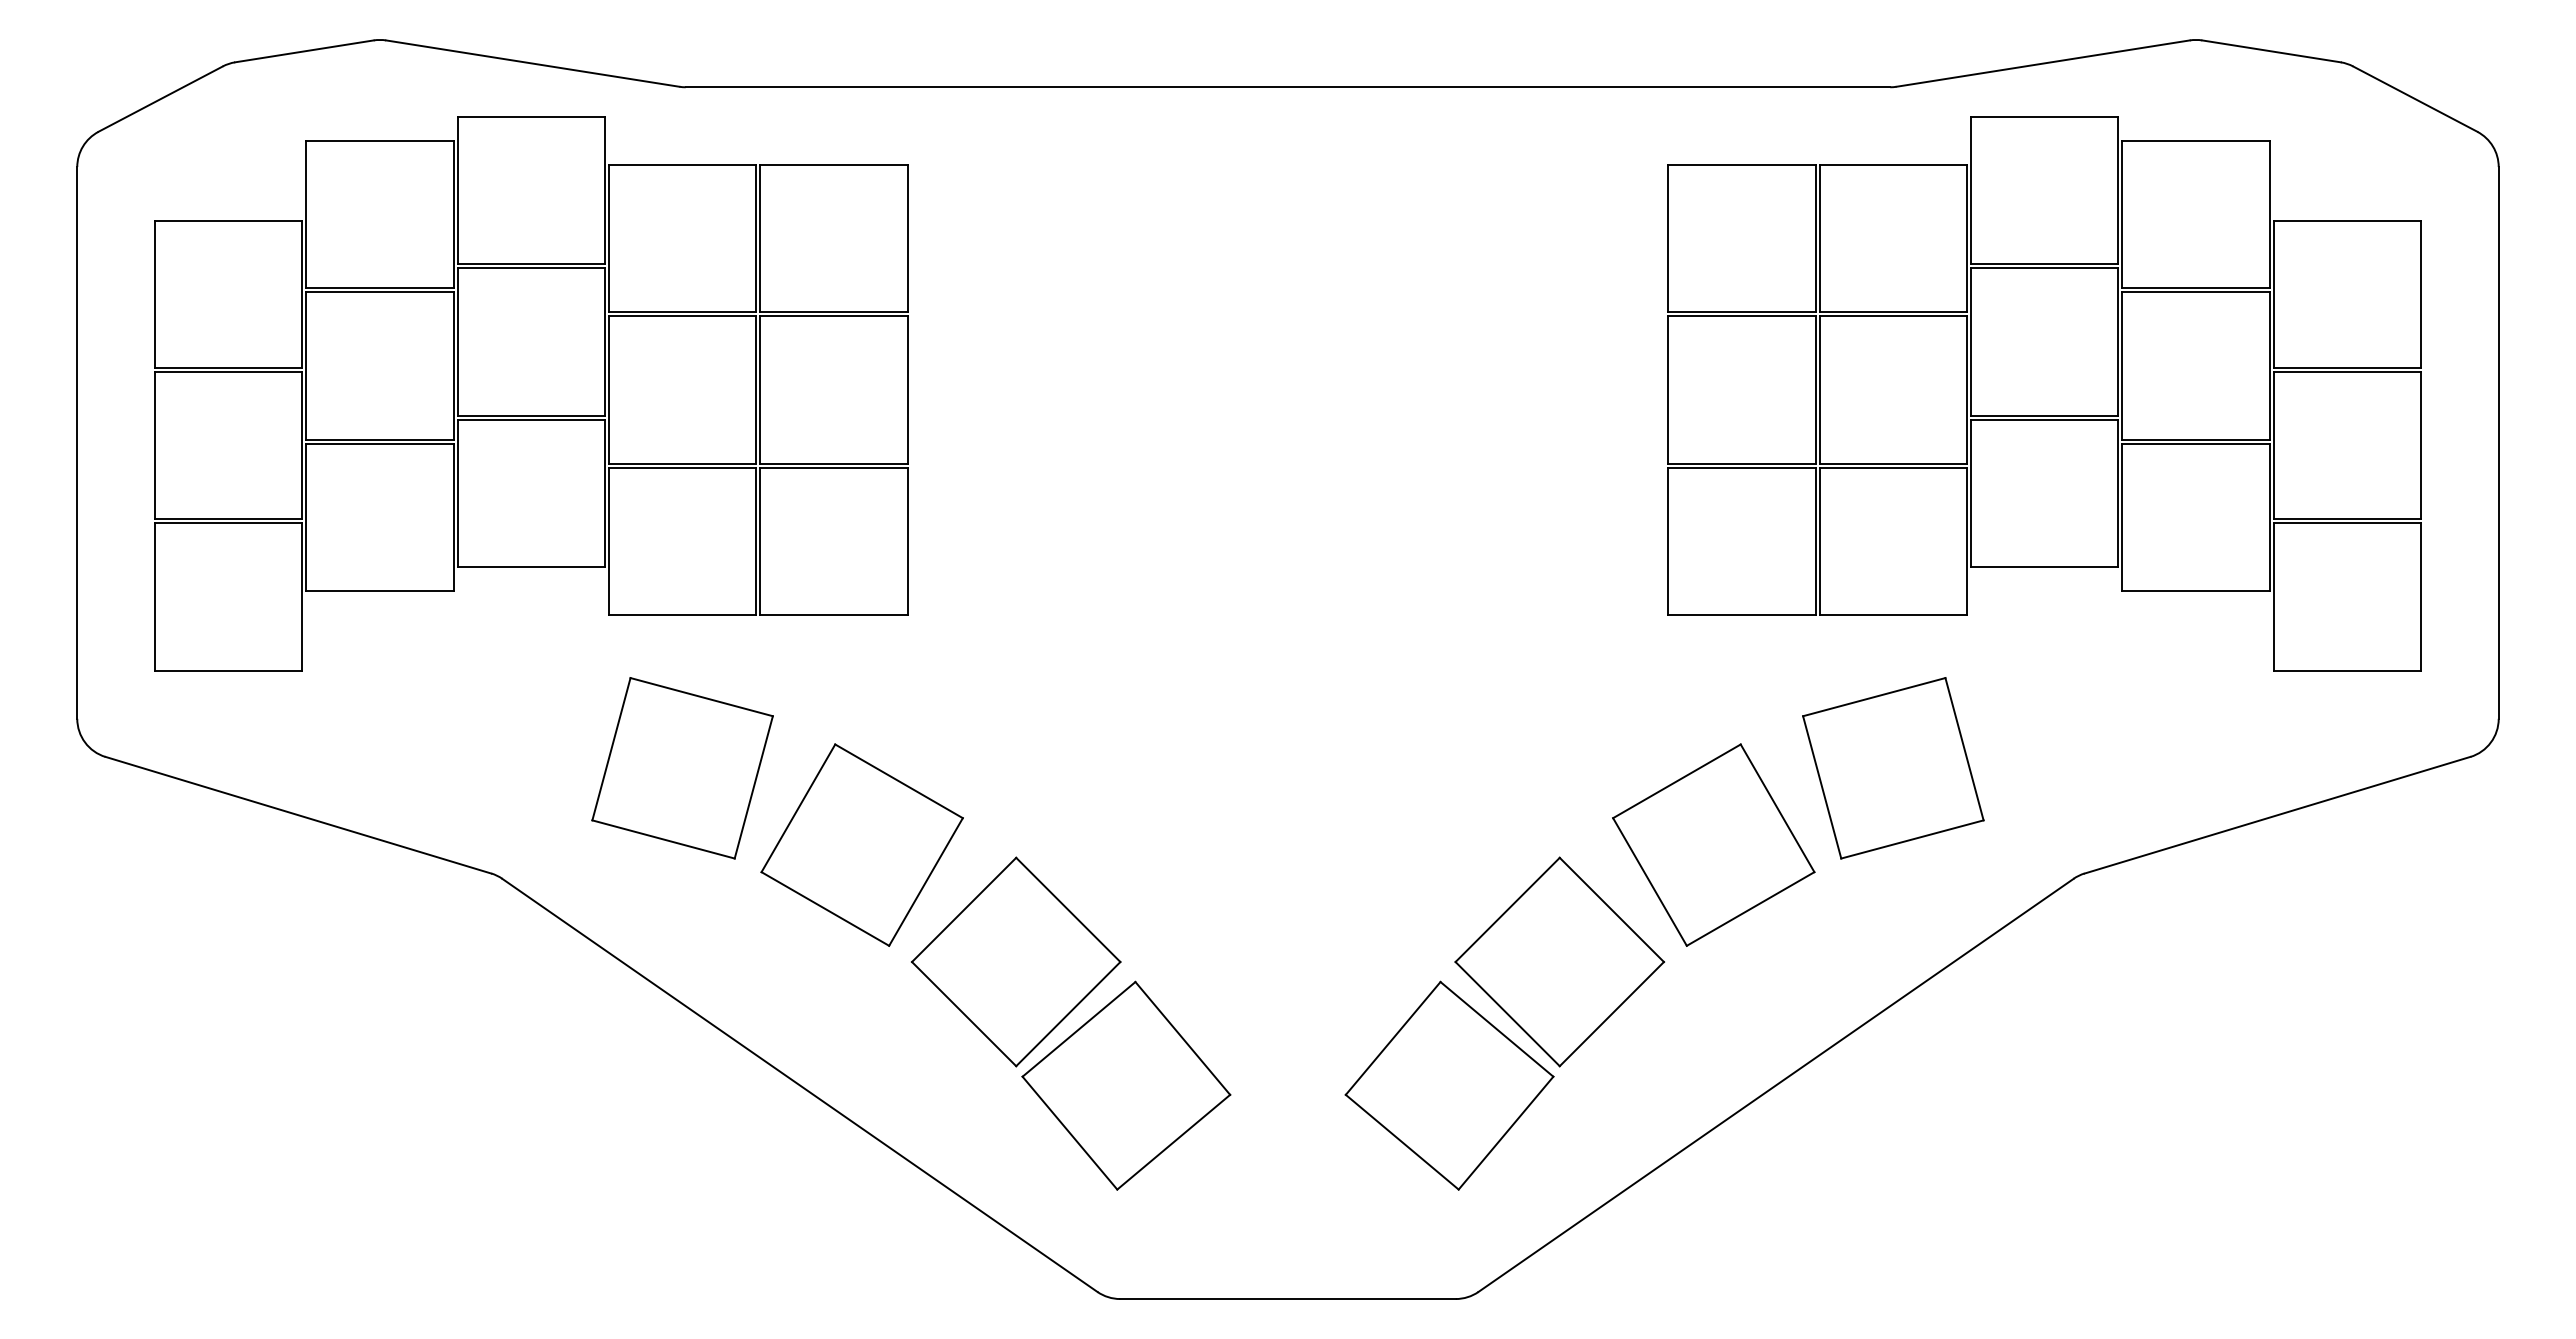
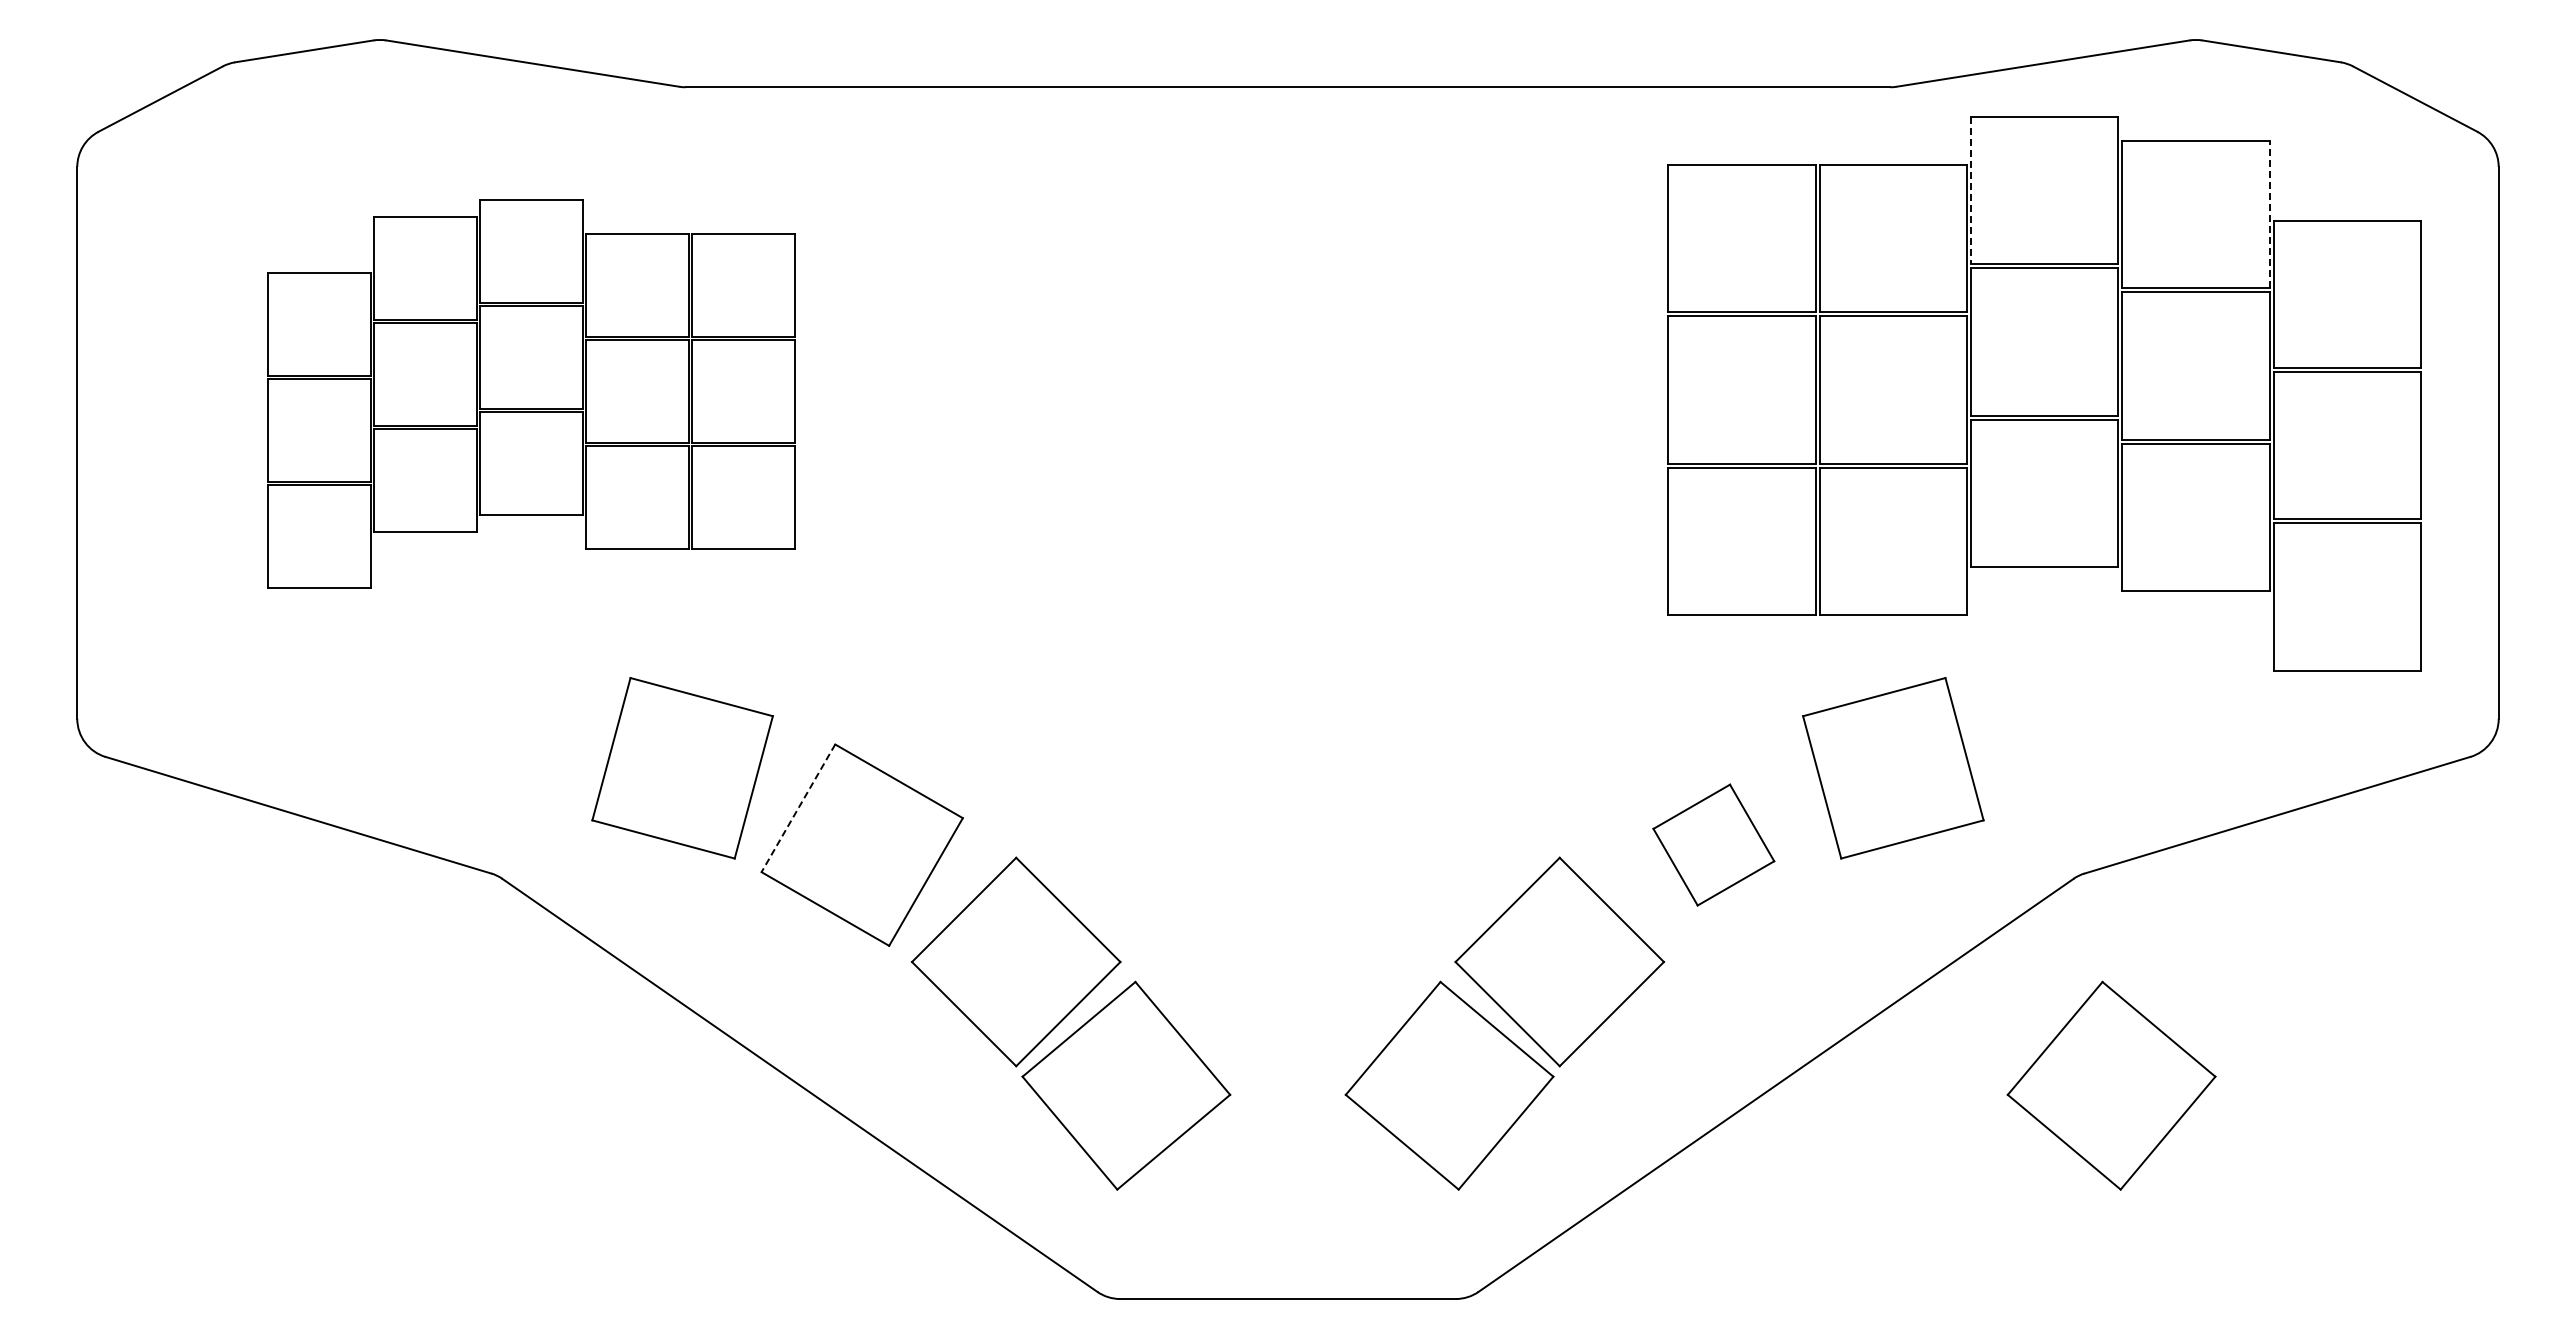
line at (1971, 190): solid -> dashed
line at (2269, 214): solid -> dashed
part at (531, 393) size: 755x556 px -> 529x390 px
line at (798, 808): solid -> dashed
part at (1713, 844) size: 204x204 px -> 124x124 px
part at (2111, 1085): none -> present
